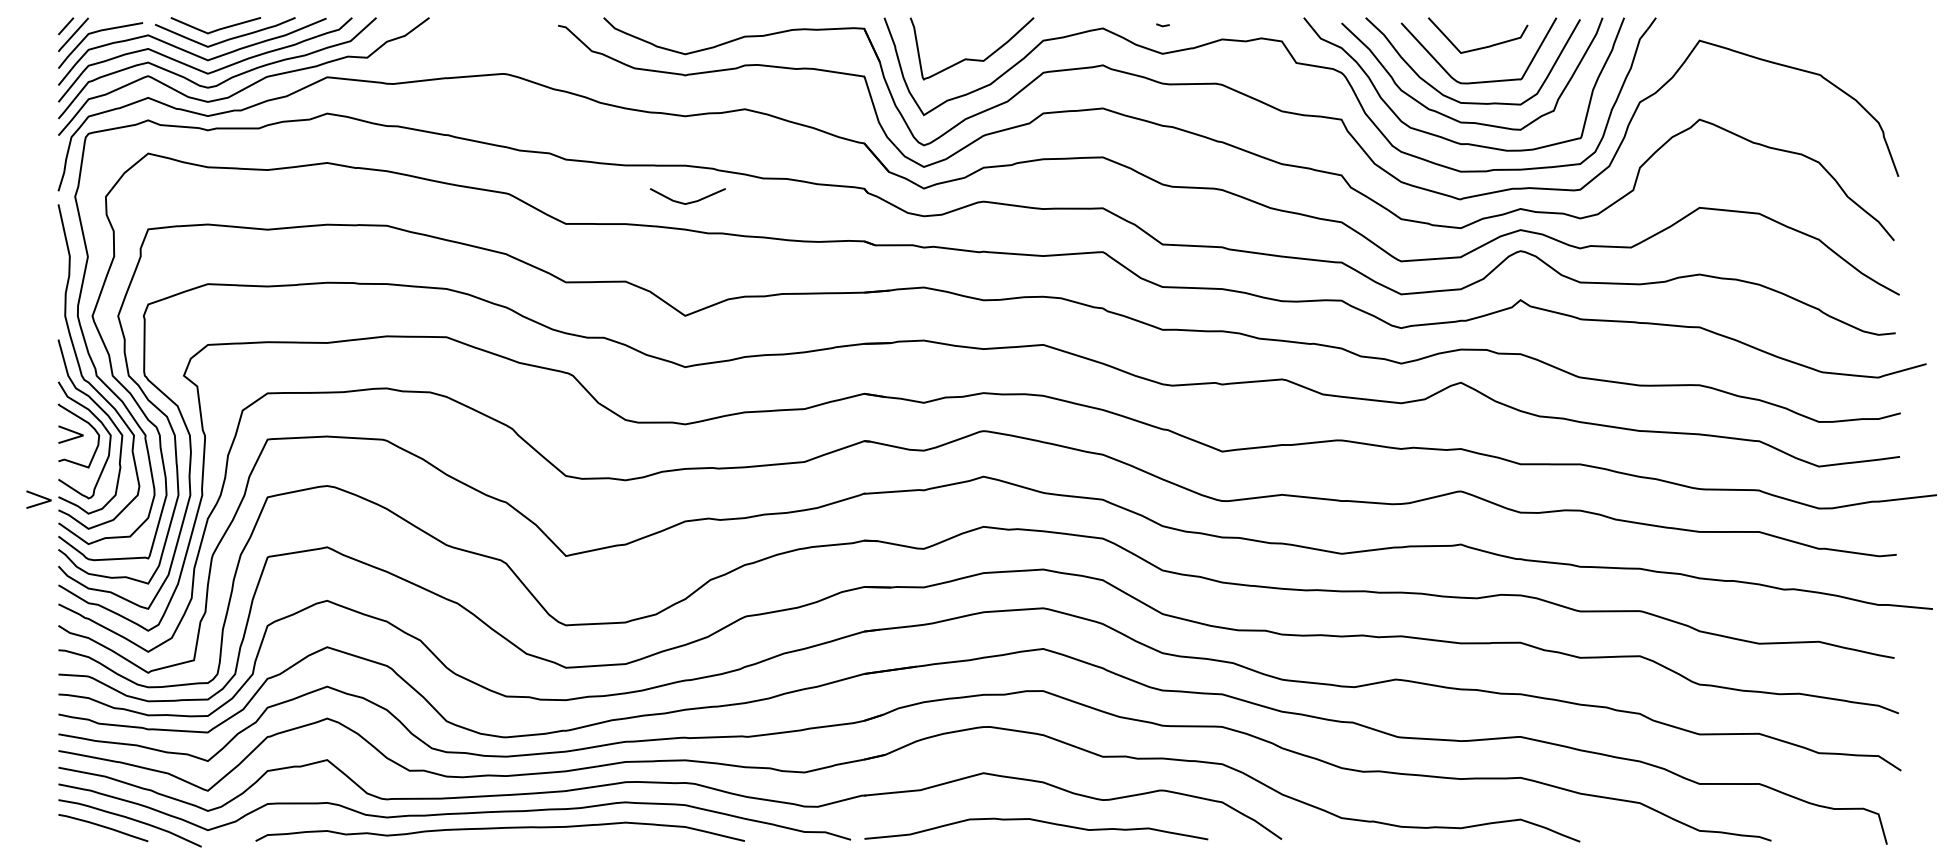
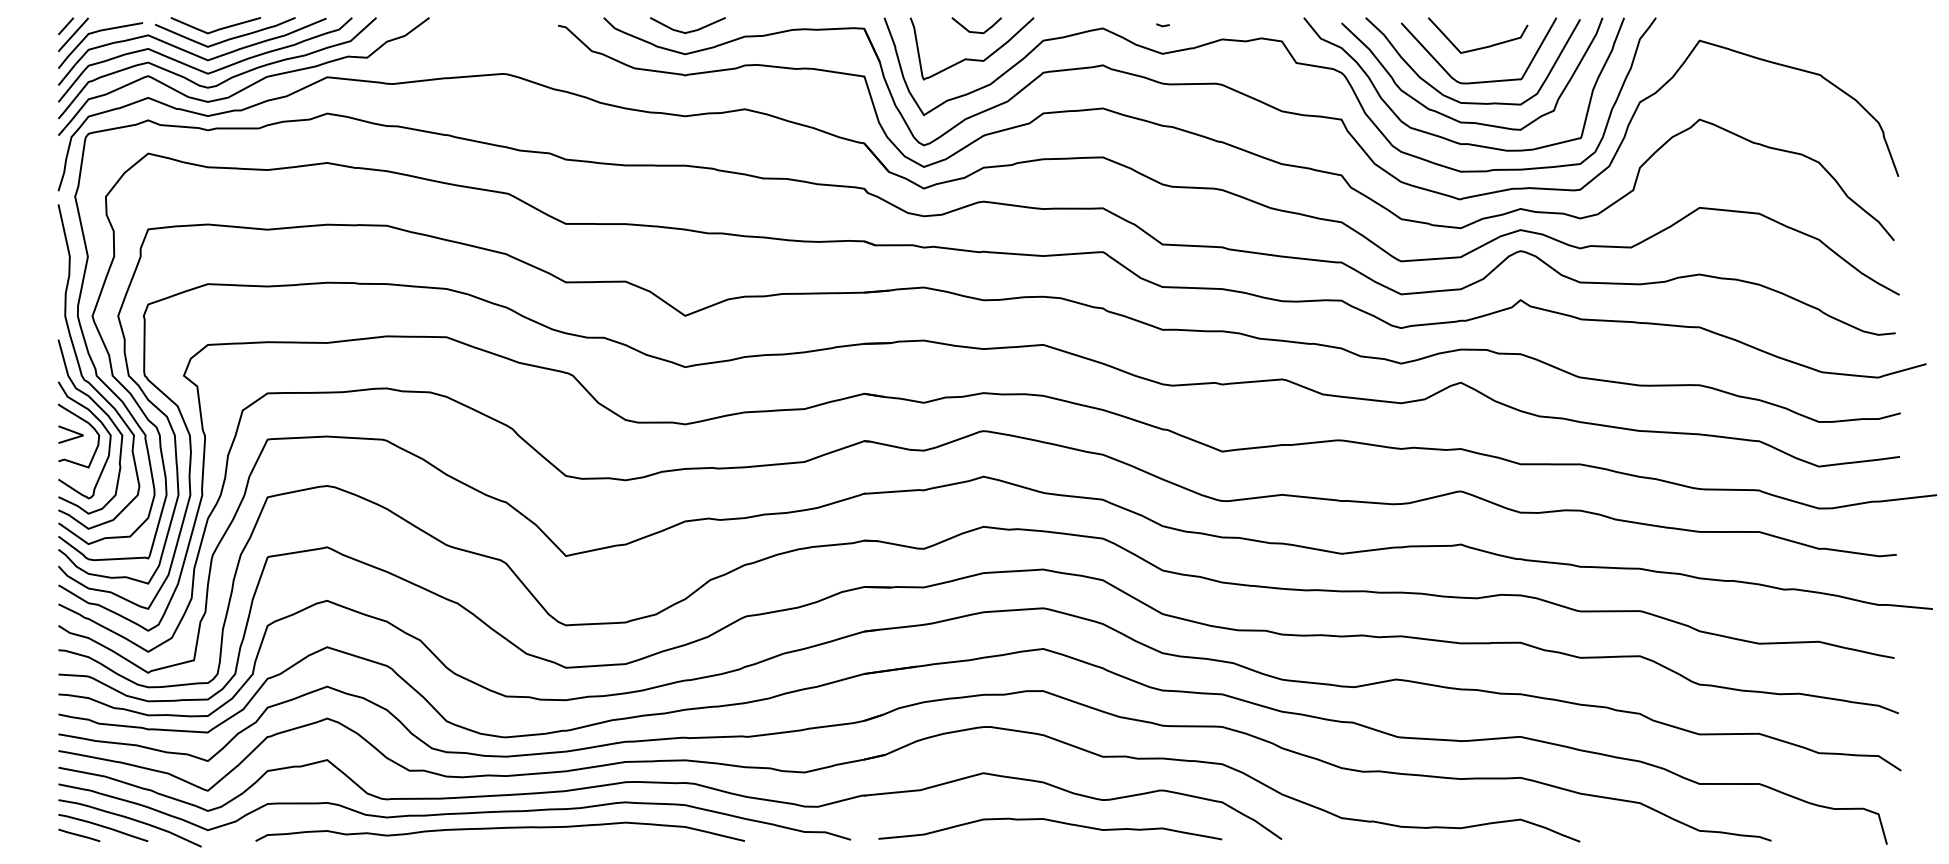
line at (976, 31): none -> present
line at (690, 201) position: (690, 201) -> (690, 30)
line at (40, 497): present -> none
curve at (1036, 821) position: (1036, 821) -> (1050, 821)
line at (79, 835): none -> present
